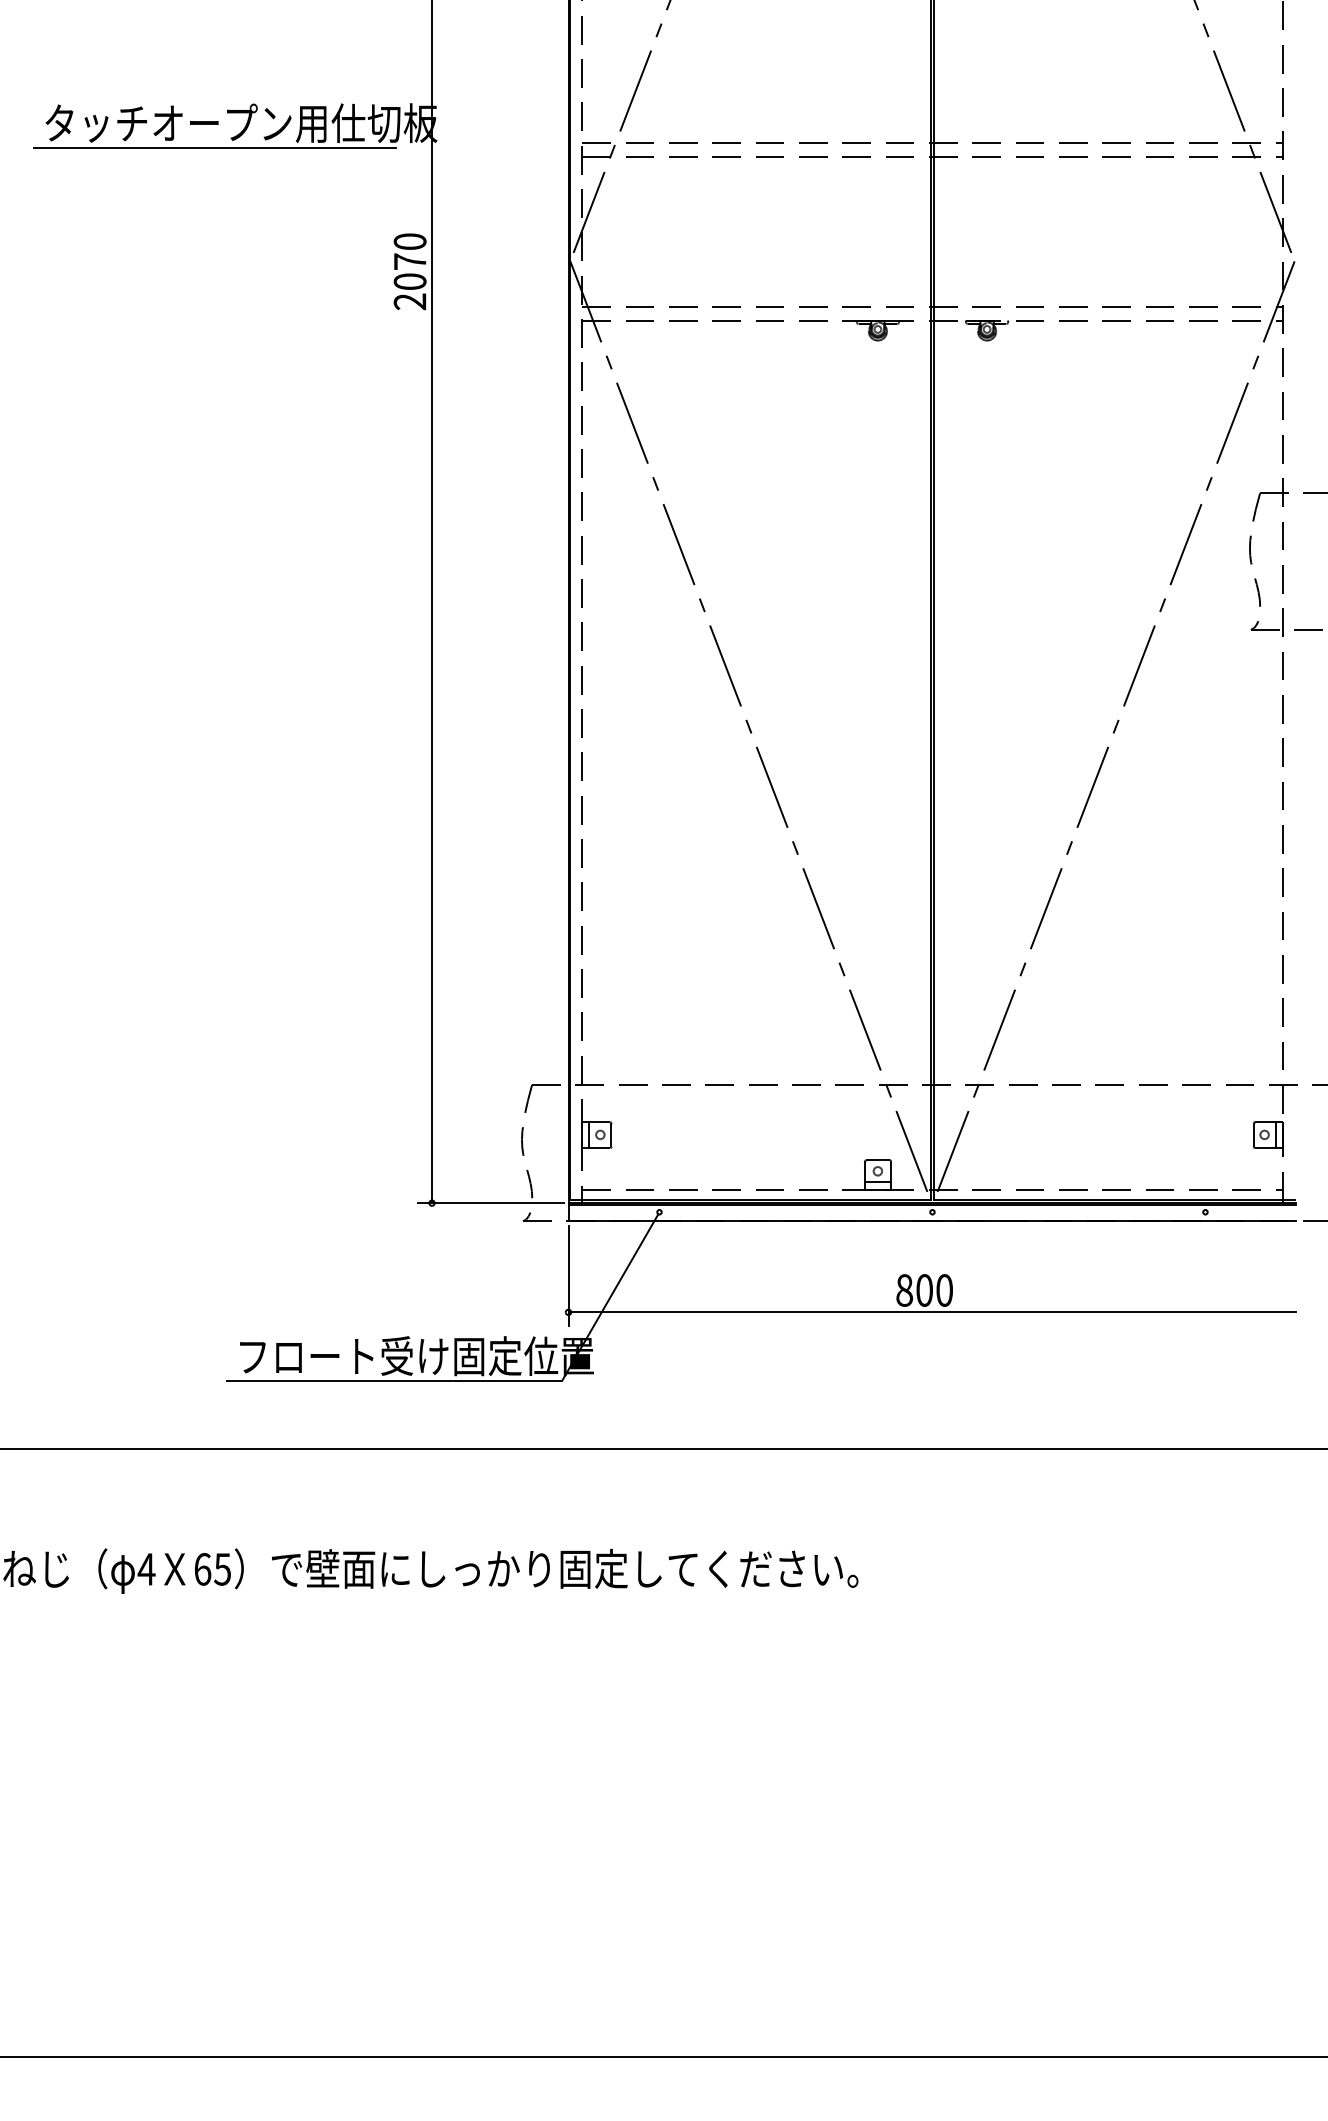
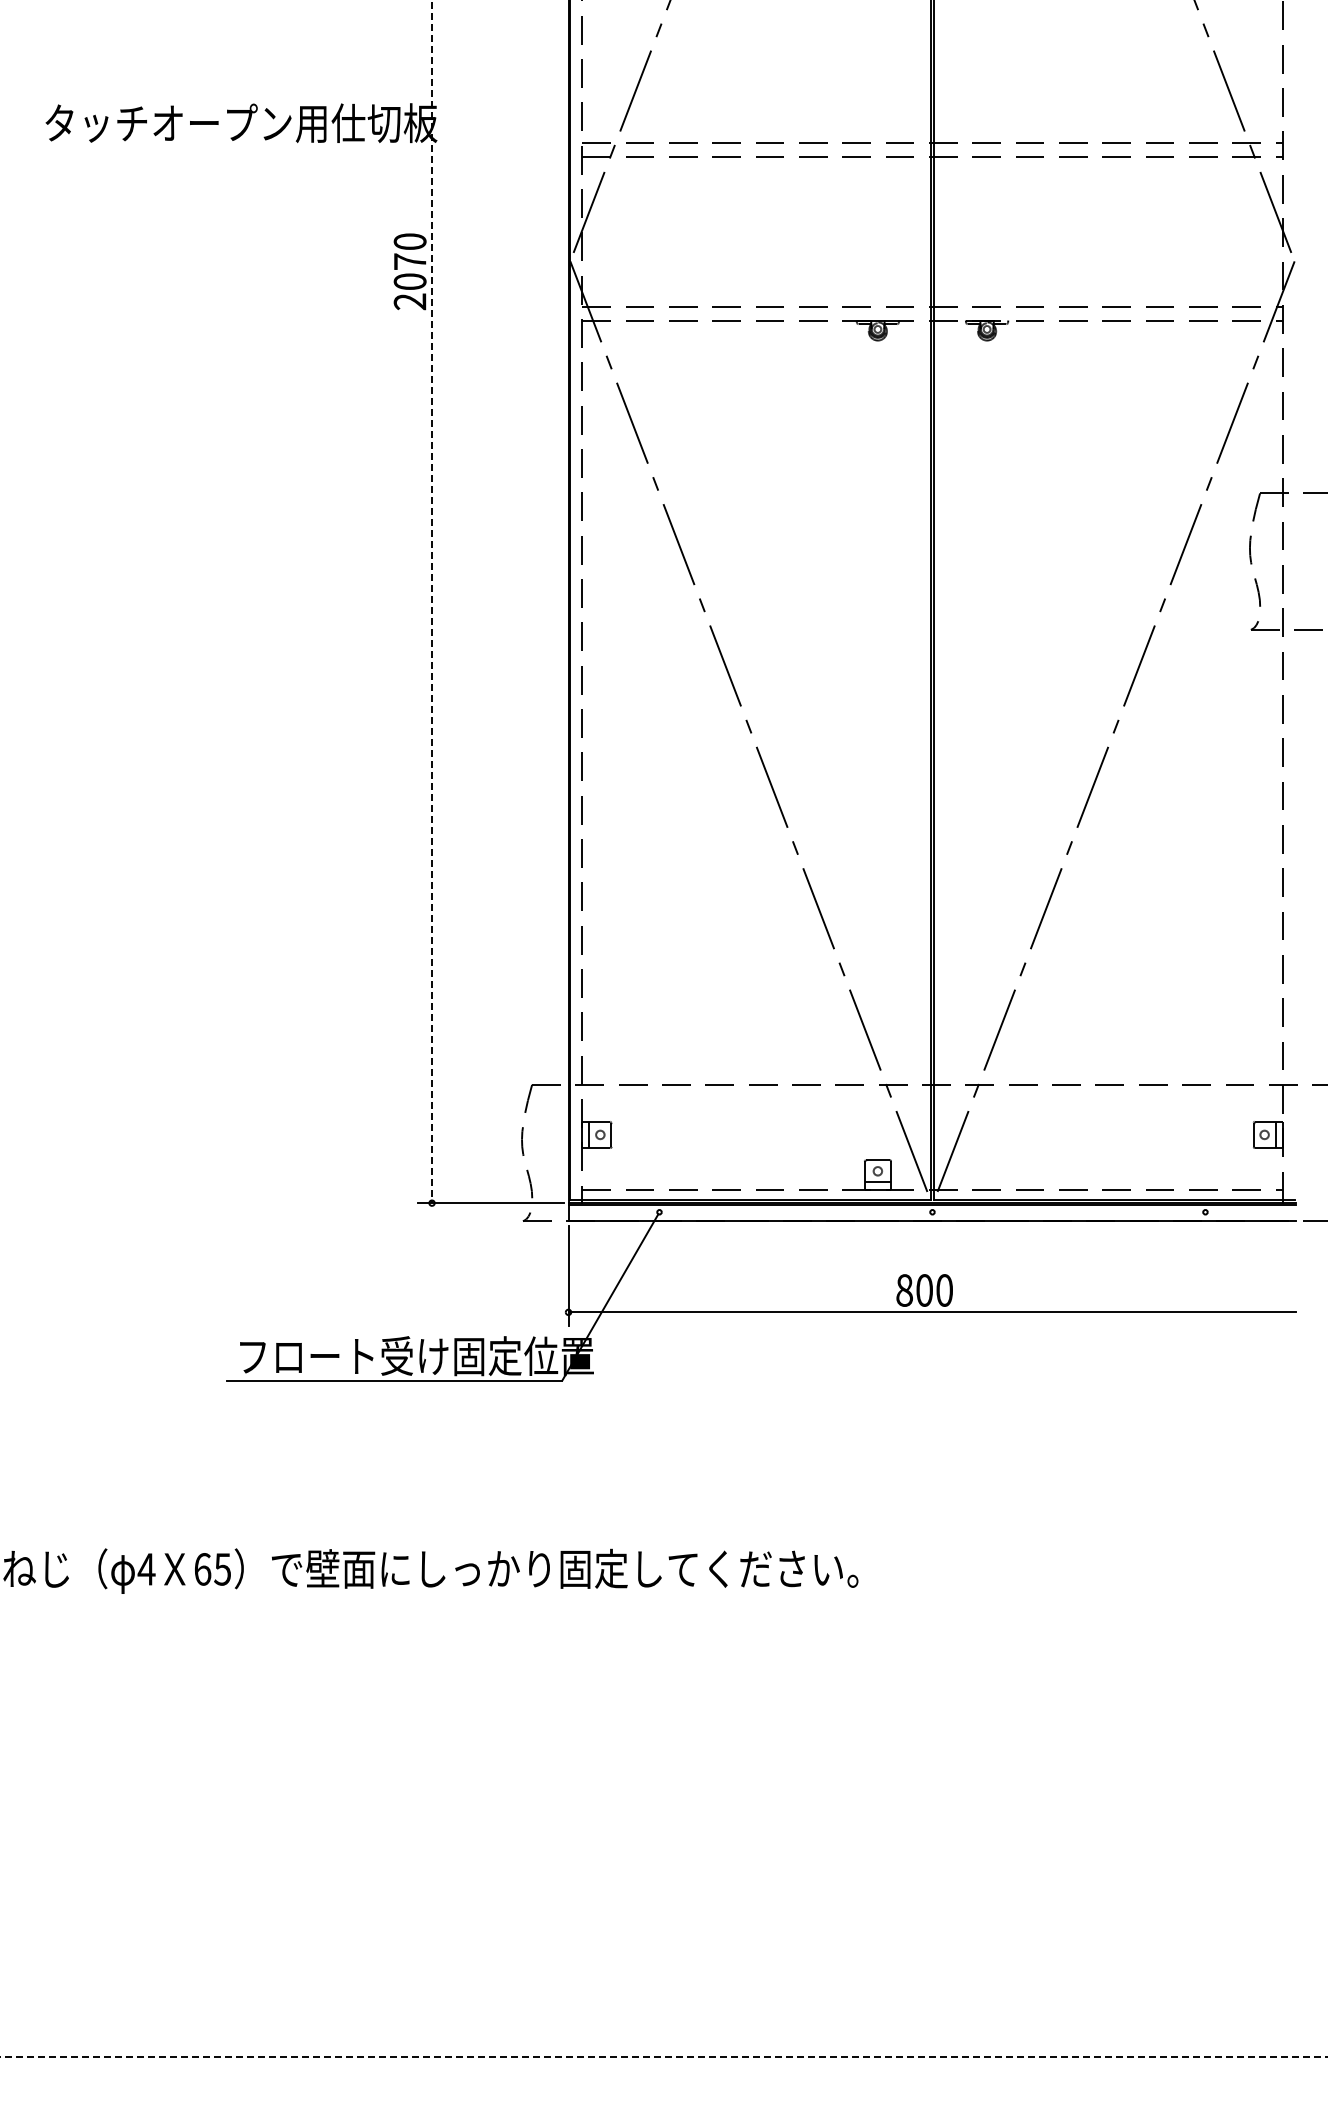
line at (214, 147): present -> none
line at (432, 602): solid -> dashed
line at (663, 1448): present -> none
line at (664, 2057): solid -> dashed
